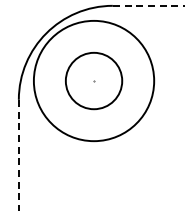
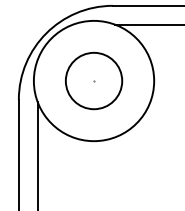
line at (148, 5): dashed -> solid
line at (147, 24): none -> present
line at (37, 154): none -> present
line at (18, 155): dashed -> solid
